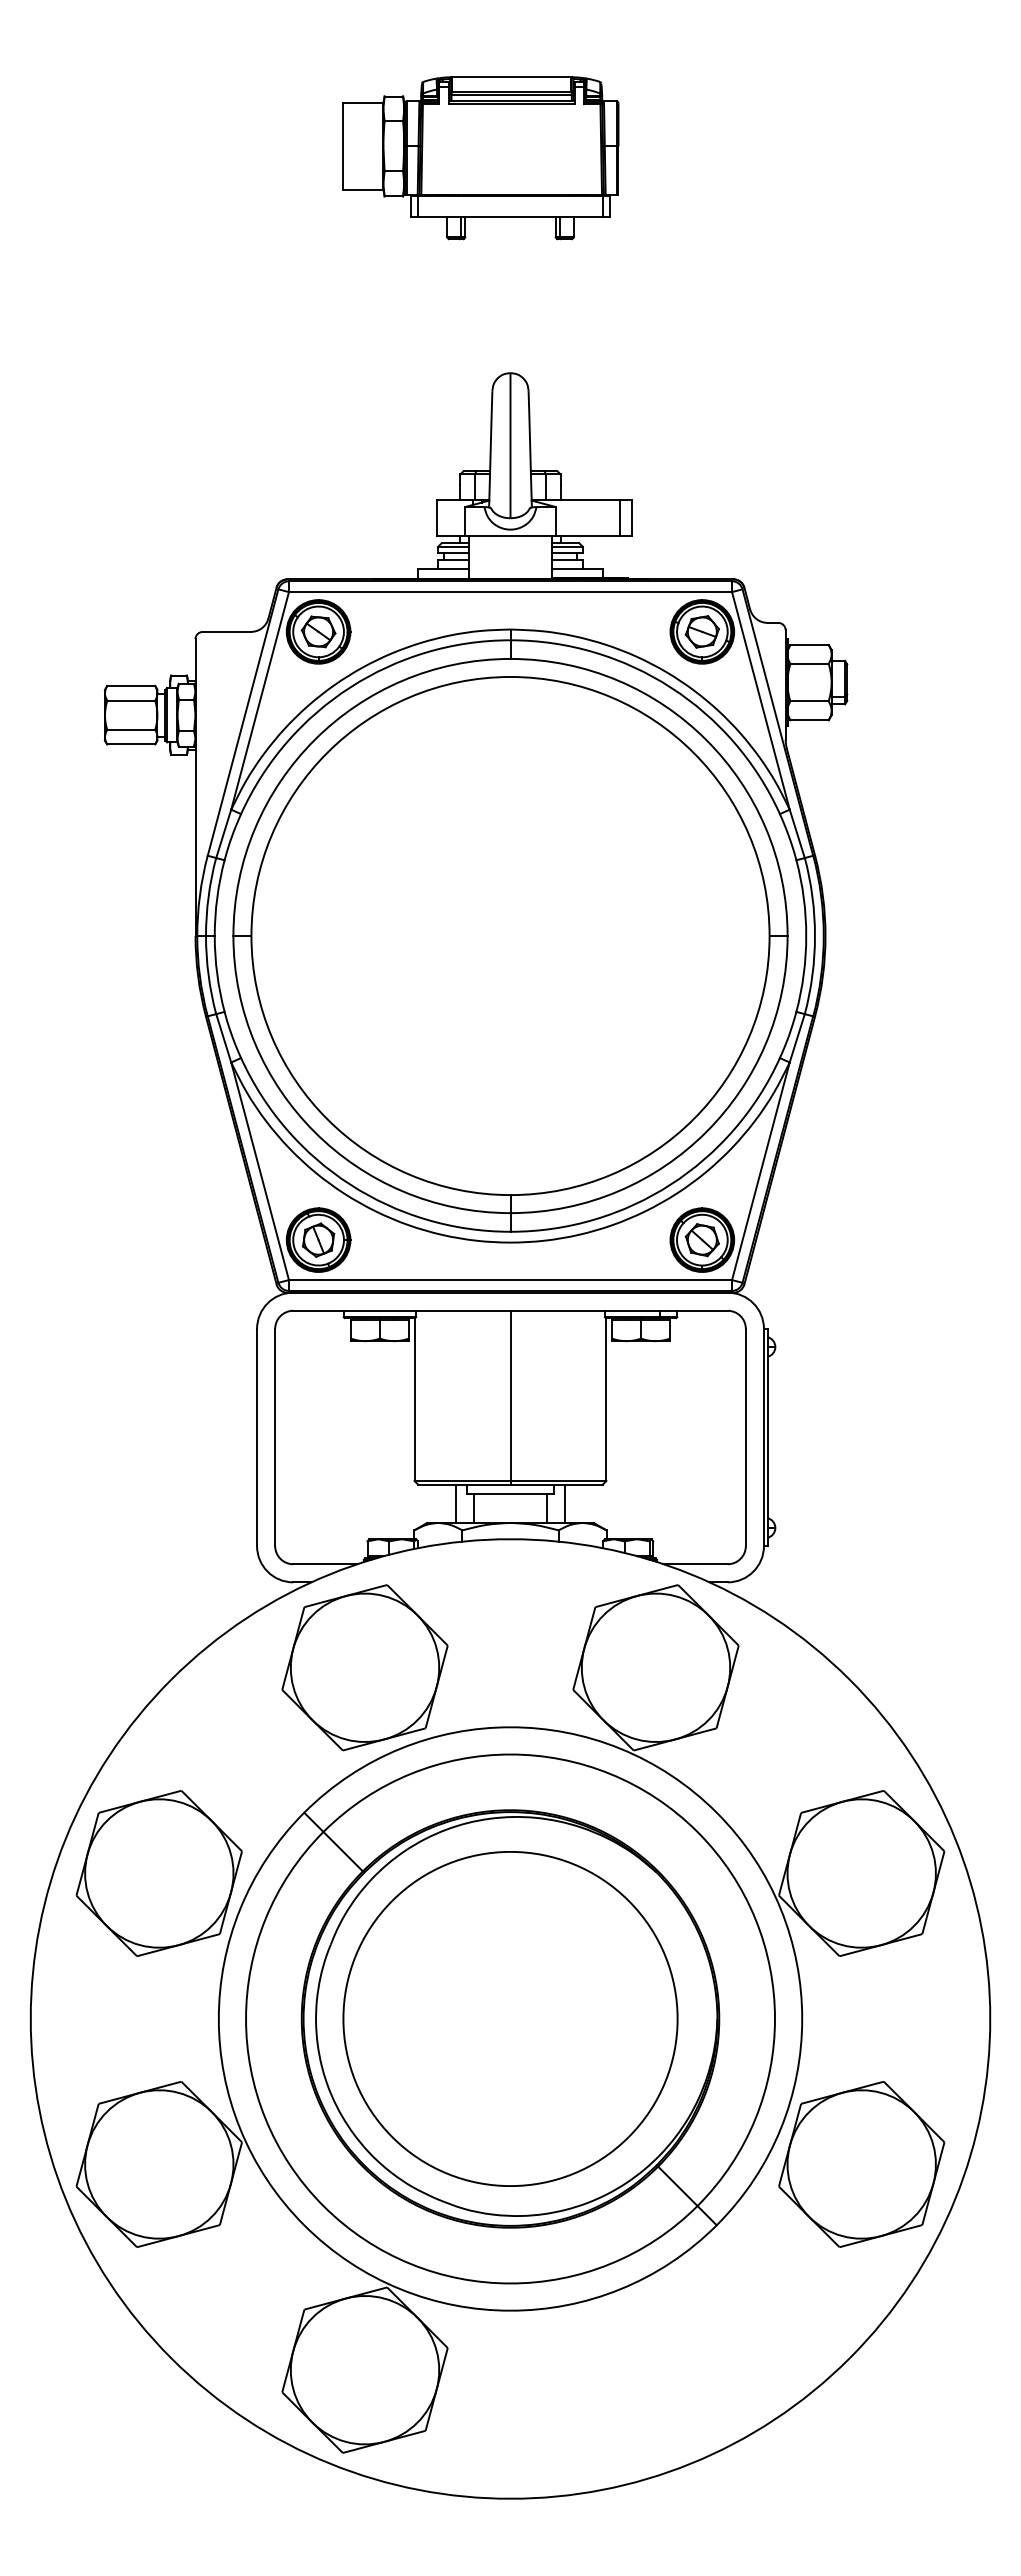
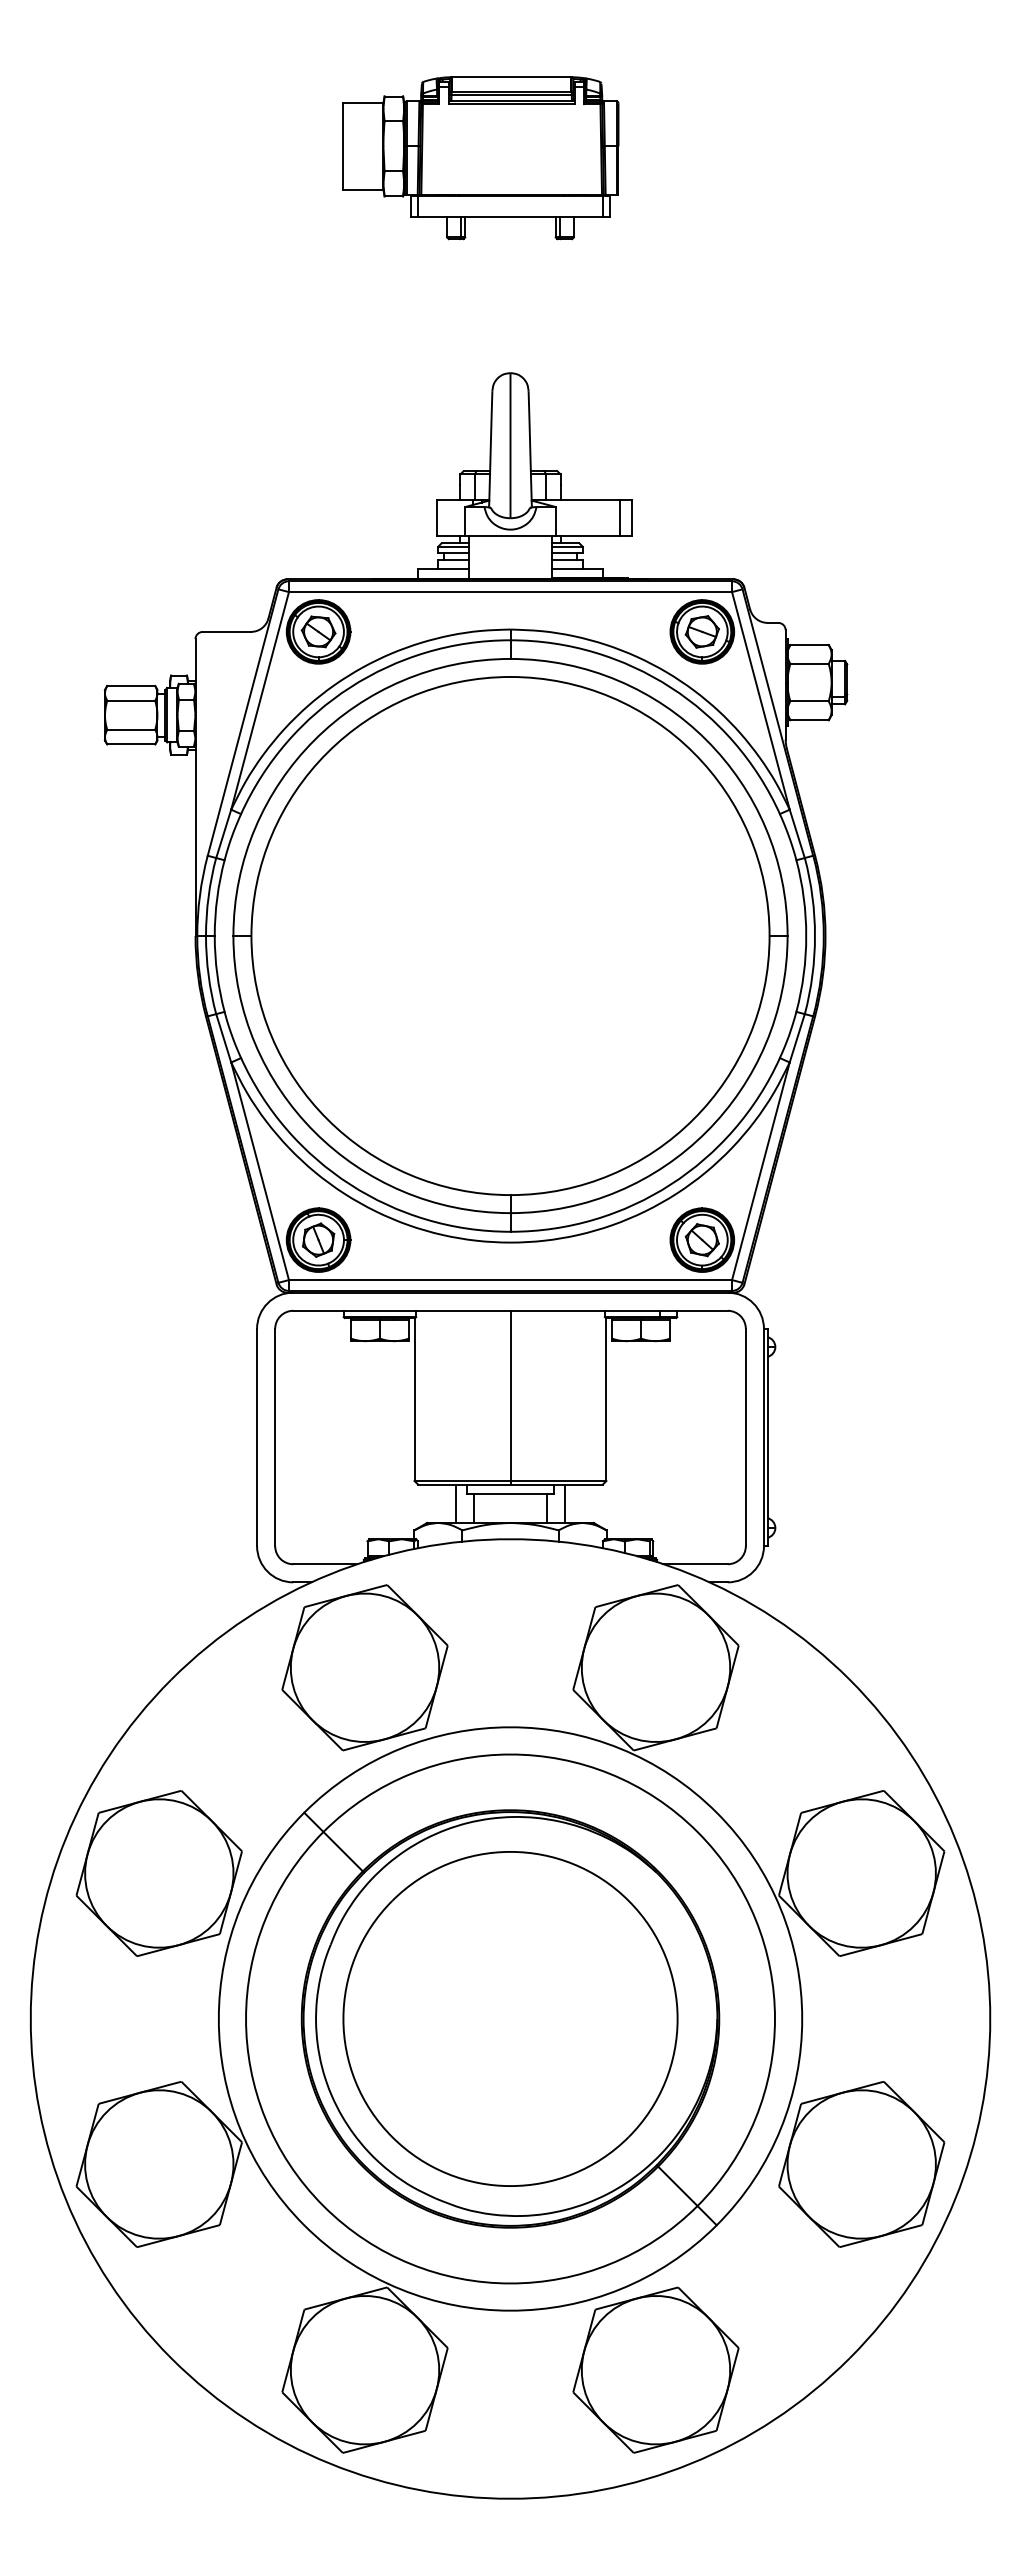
part at (655, 2369): none -> present
